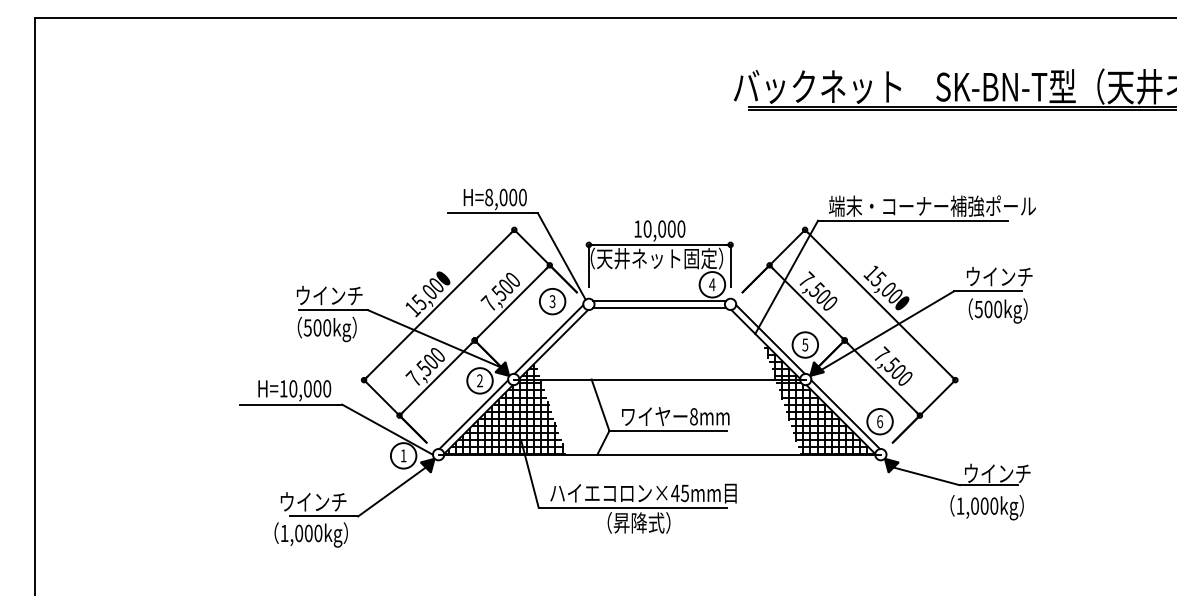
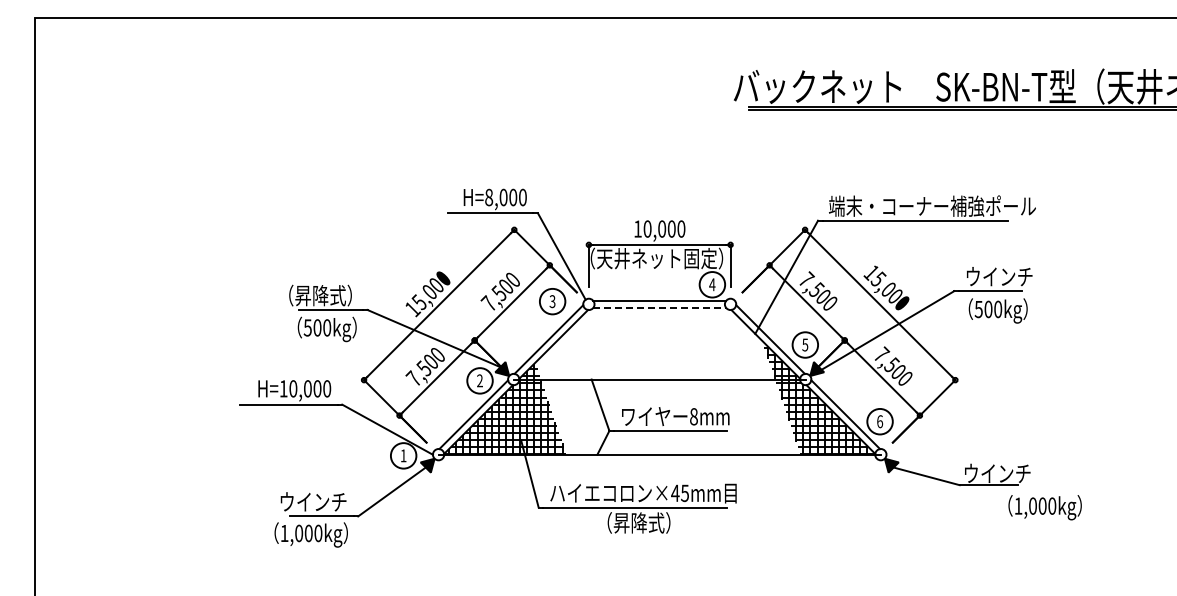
text at (325, 295): ウインチ -> （昇降式）
line at (660, 307): solid -> dashed
text at (986, 507) position: (986, 507) -> (1044, 507)
